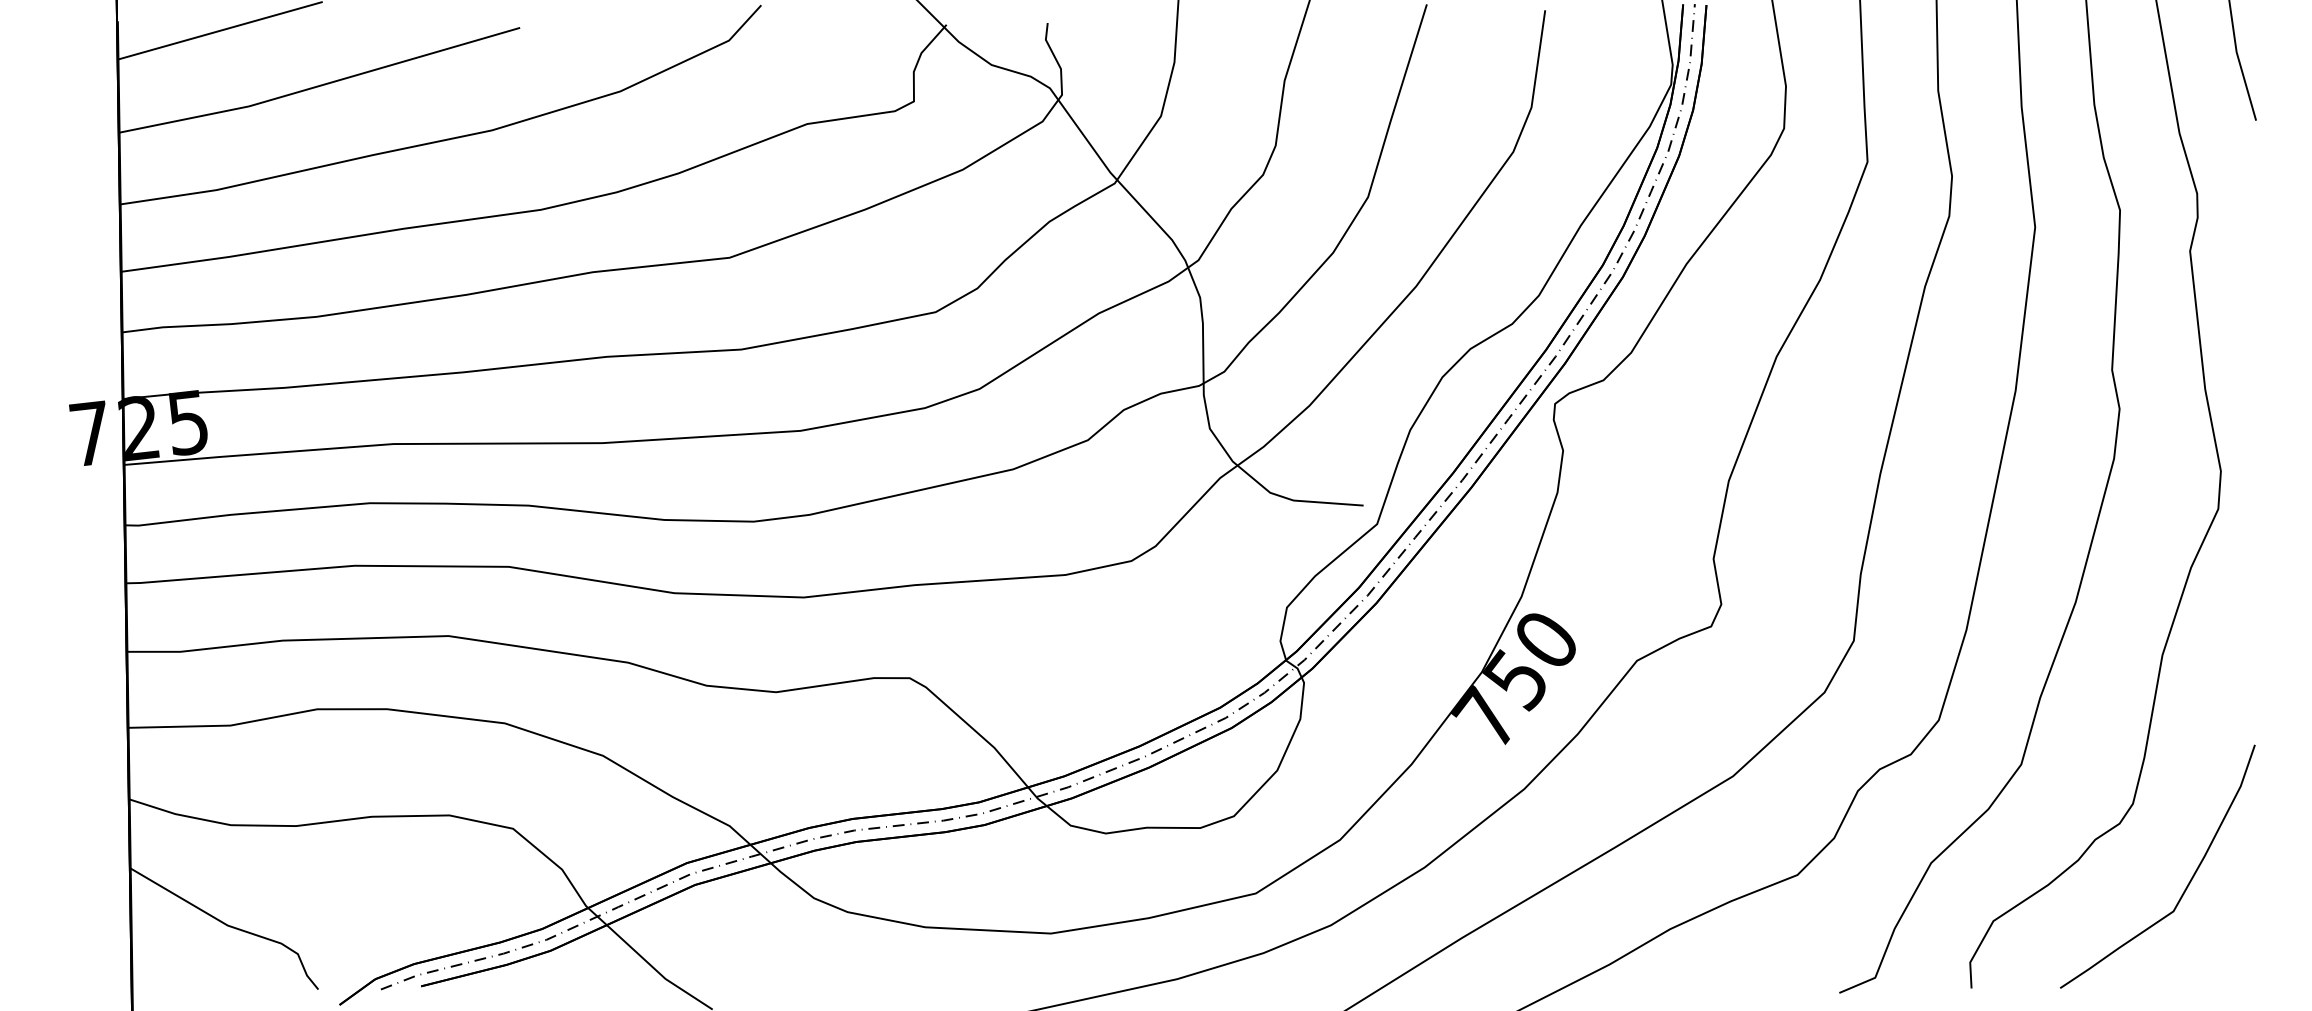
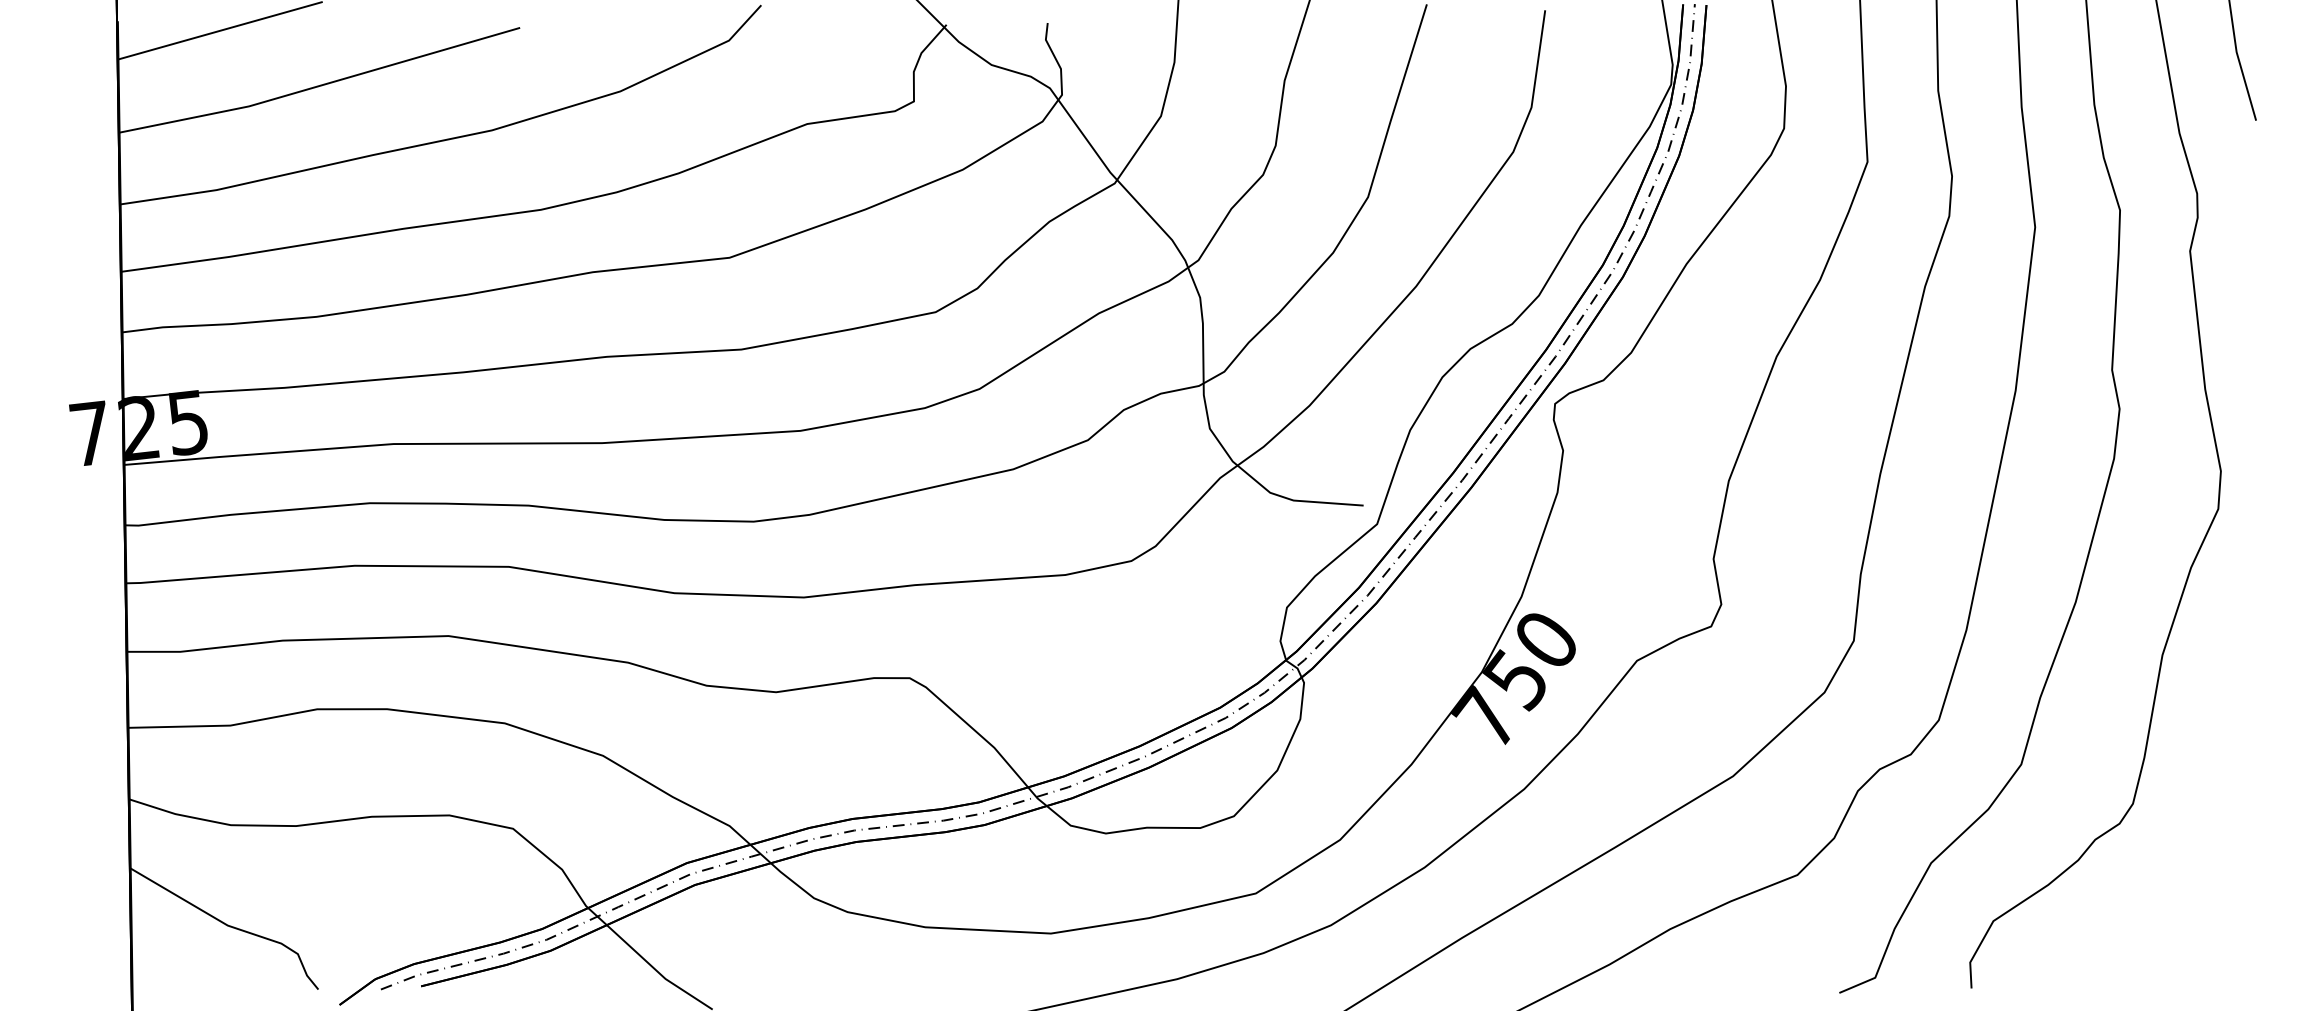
curve at (2188, 882): present -> none
